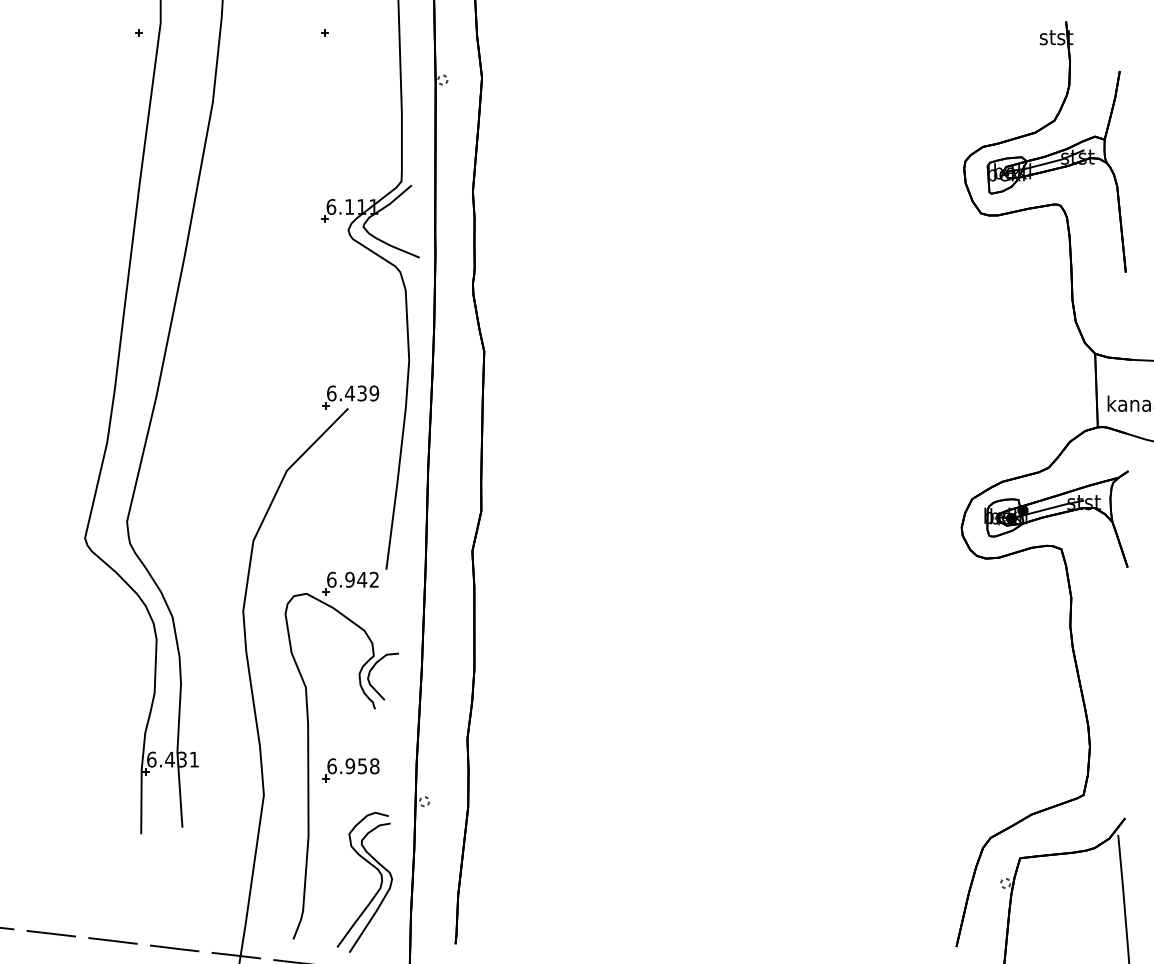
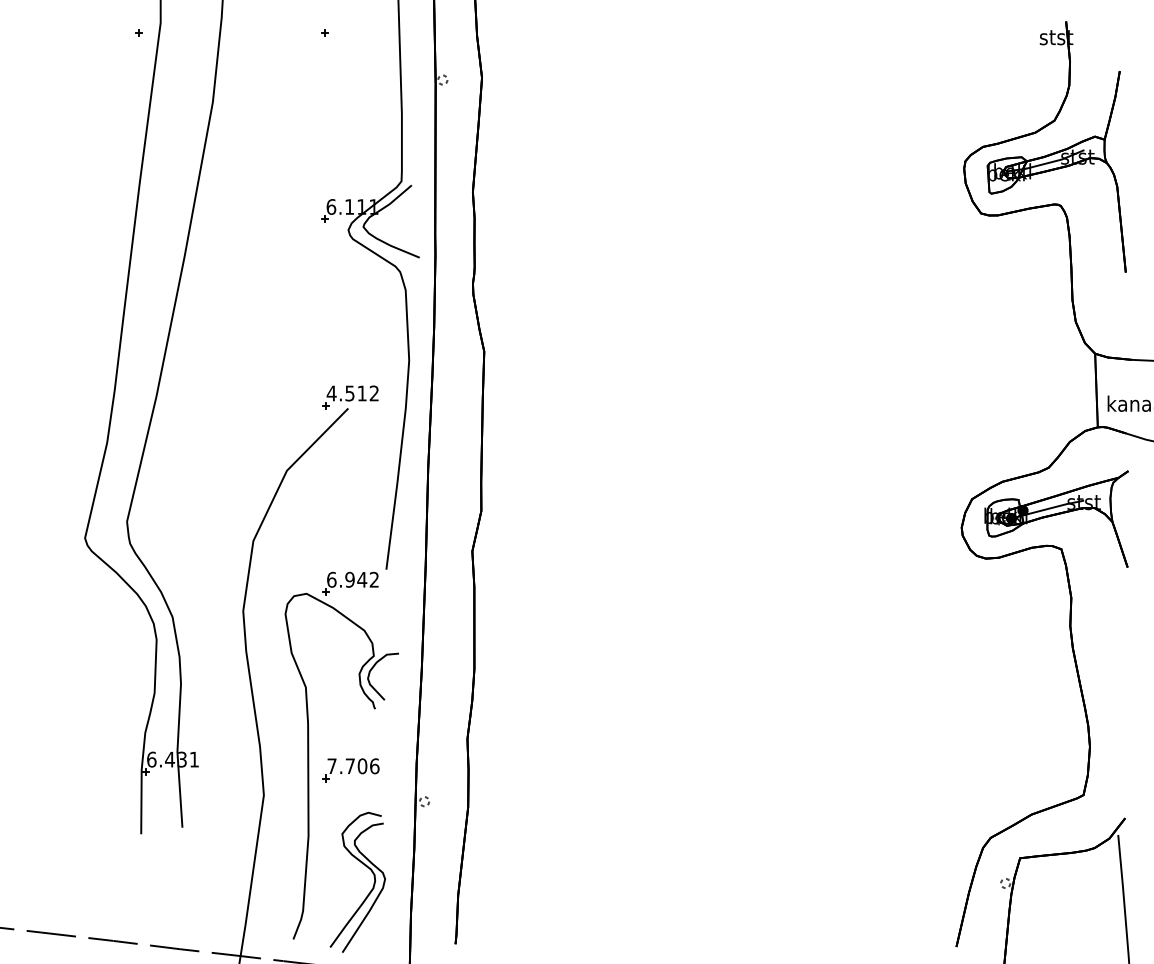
text at (352, 393): 6.439 -> 4.512
text at (353, 766): 6.958 -> 7.706
part at (379, 886) position: (379, 886) -> (372, 886)
